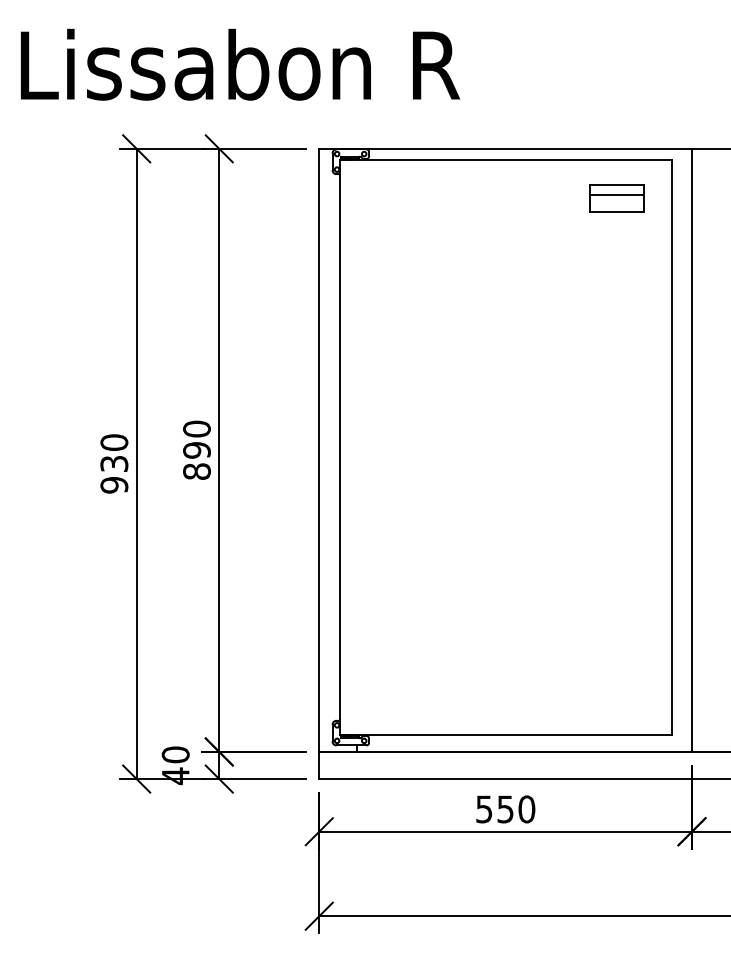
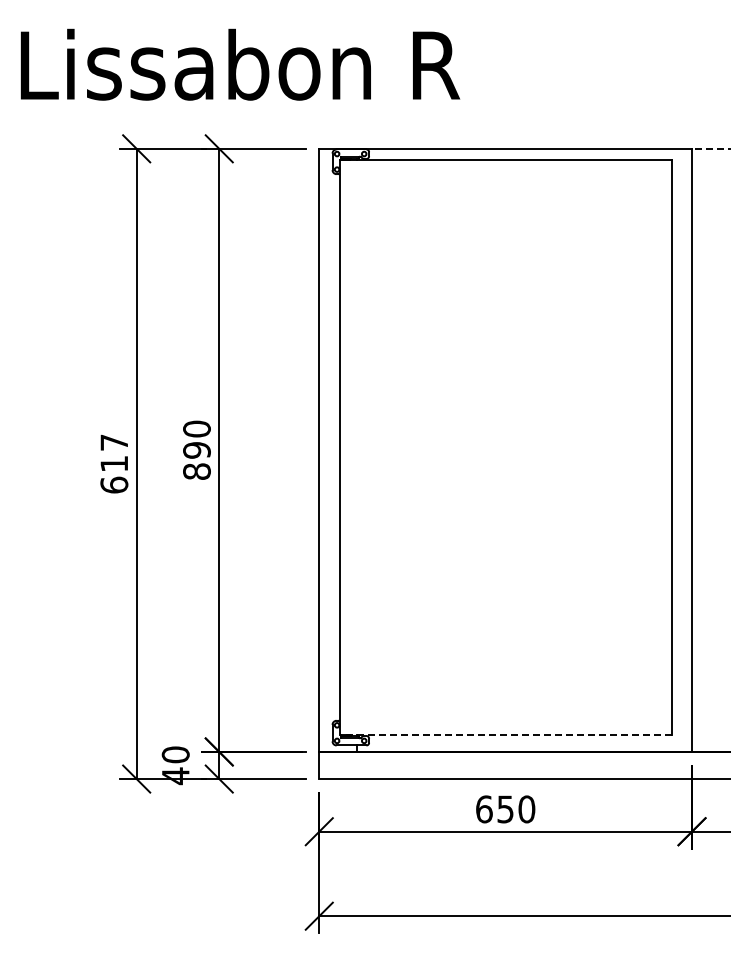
line at (711, 148): solid -> dashed
part at (616, 198): present -> none
text at (114, 463): 930 -> 617
line at (505, 734): solid -> dashed
text at (484, 809): 550 -> 650
